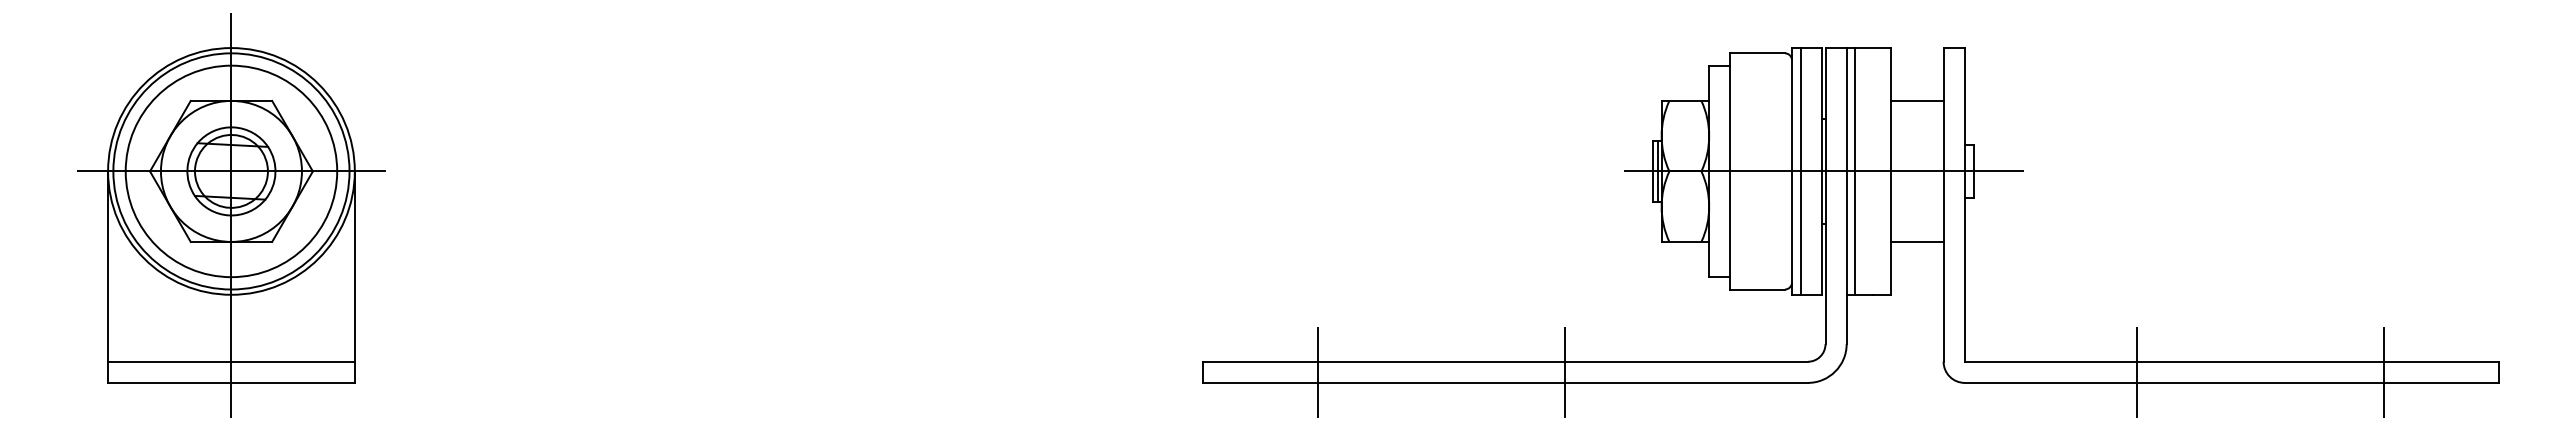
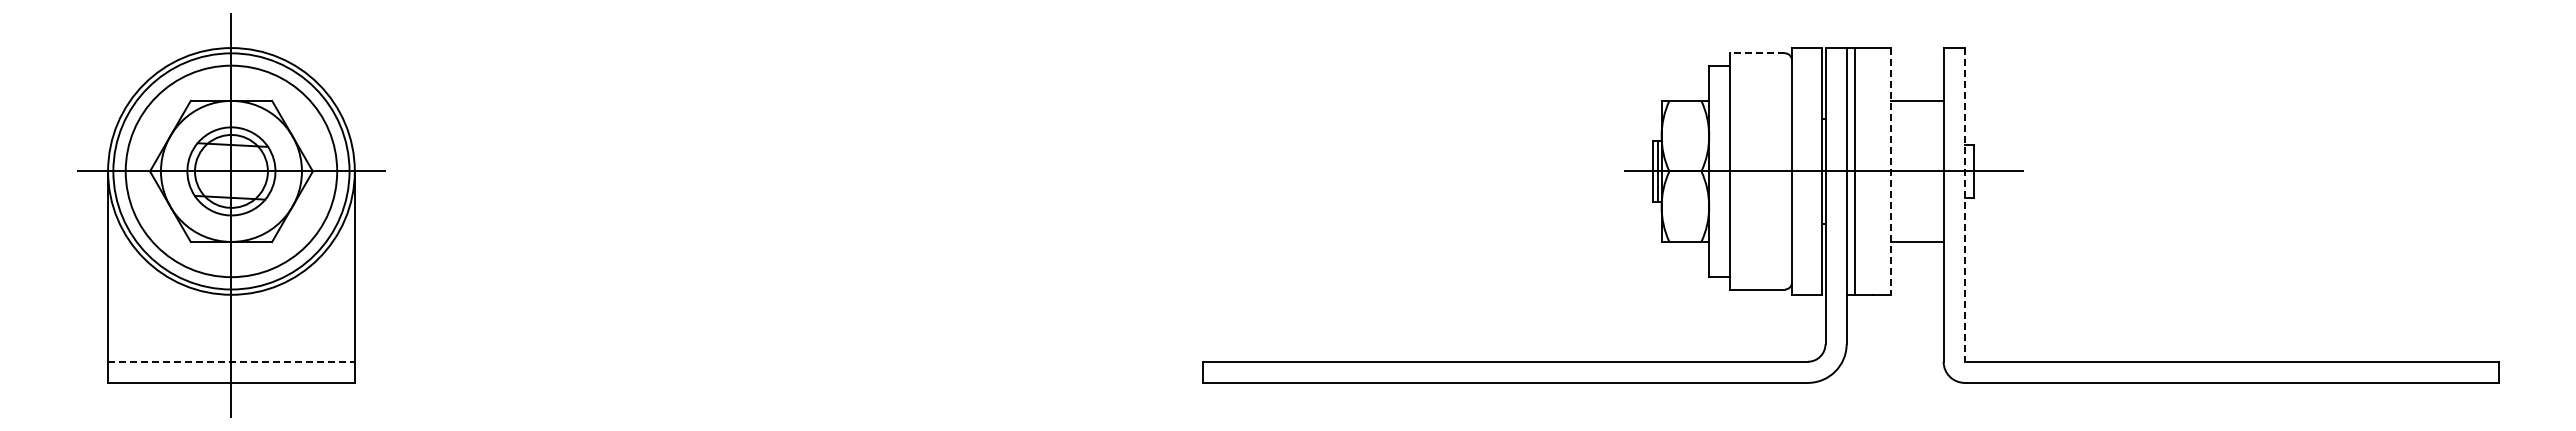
line at (1757, 53): solid -> dashed
line at (1800, 171): present -> none
line at (1890, 171): solid -> dashed
line at (1964, 204): solid -> dashed
line at (231, 361): solid -> dashed
line at (1317, 372): present -> none
line at (1564, 372): present -> none
line at (2137, 372): present -> none
line at (2384, 372): present -> none
